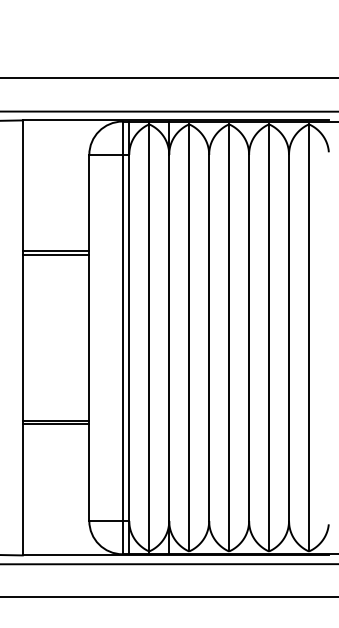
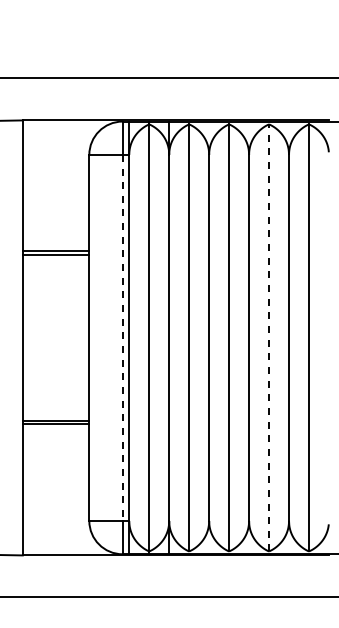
line at (168, 111): present -> none
line at (269, 337): solid -> dashed
line at (122, 338): solid -> dashed
line at (168, 564): present -> none
